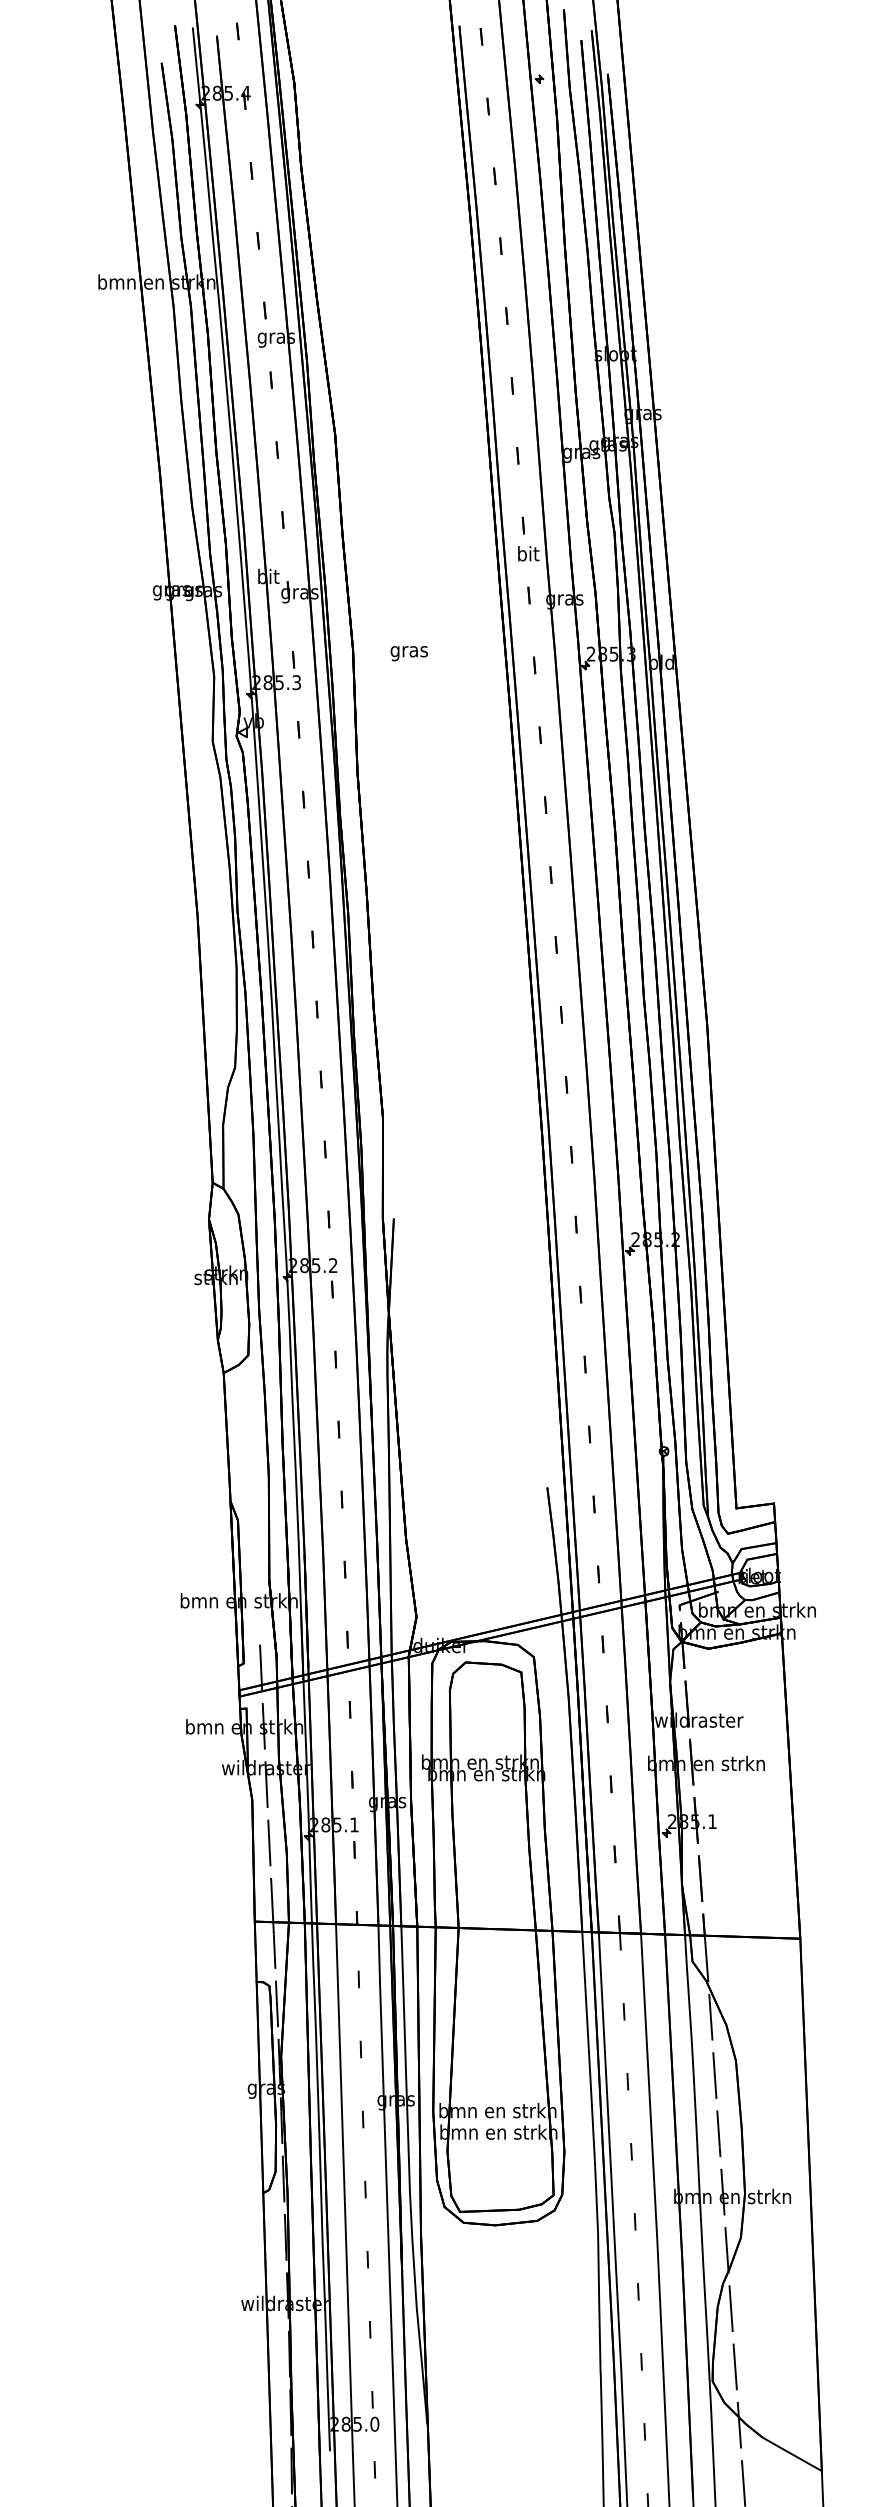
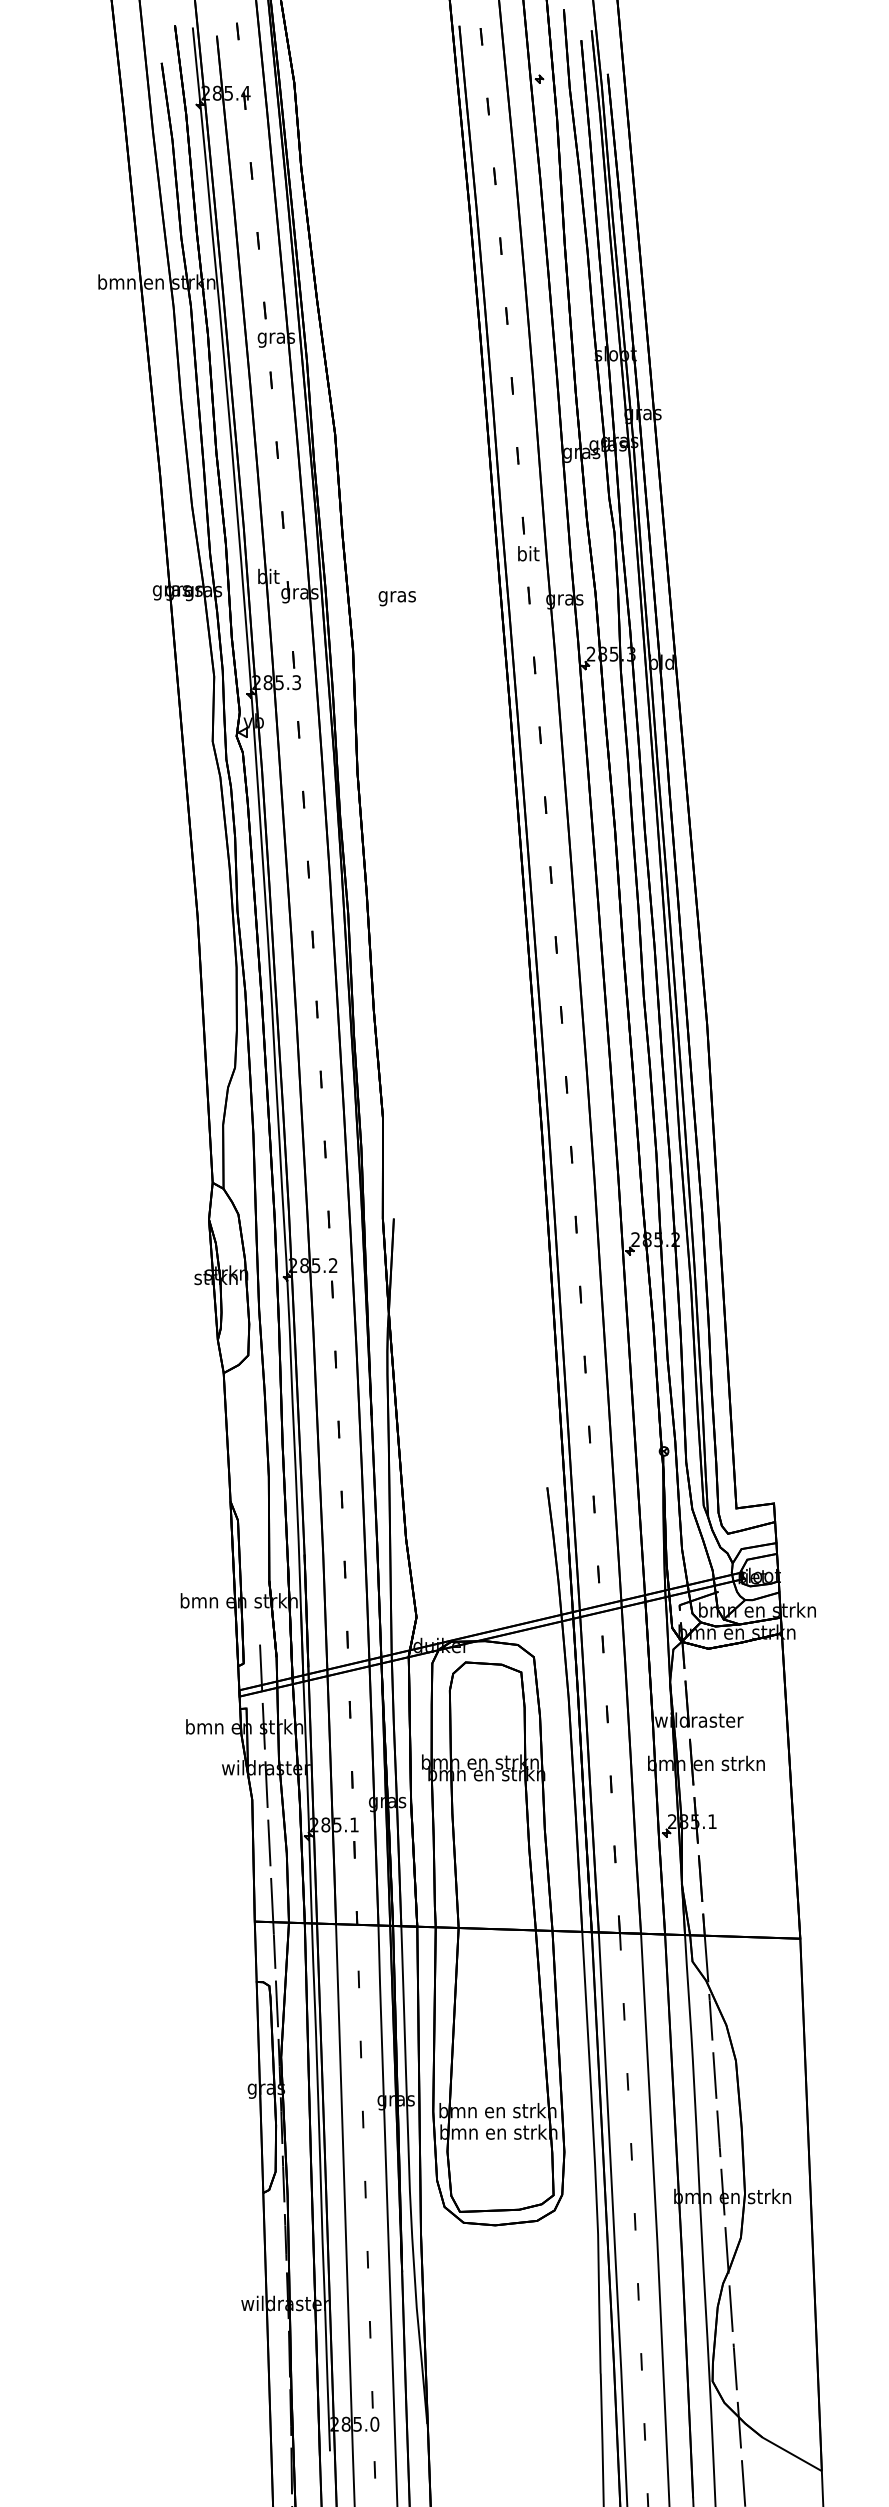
text at (408, 653) position: (408, 653) -> (396, 598)
